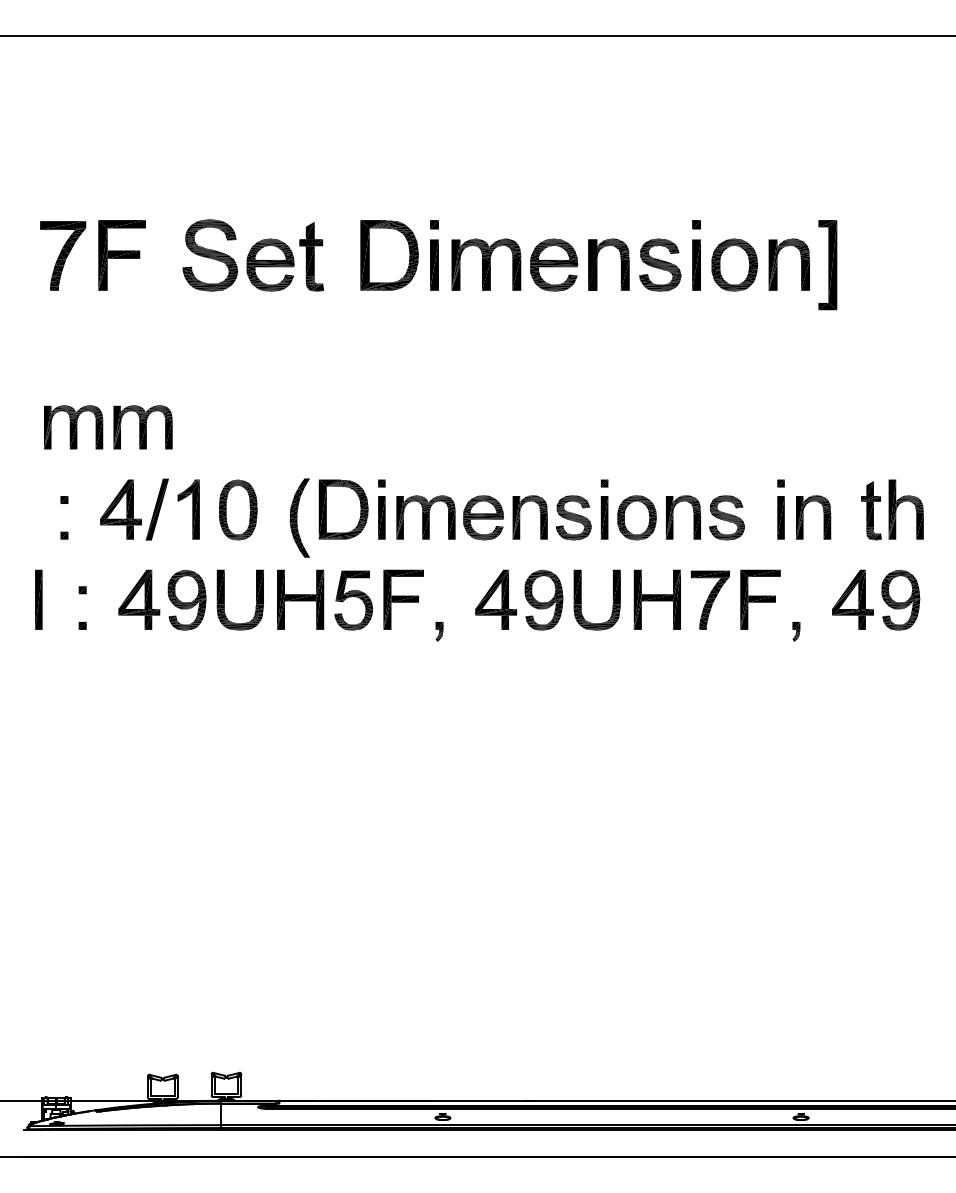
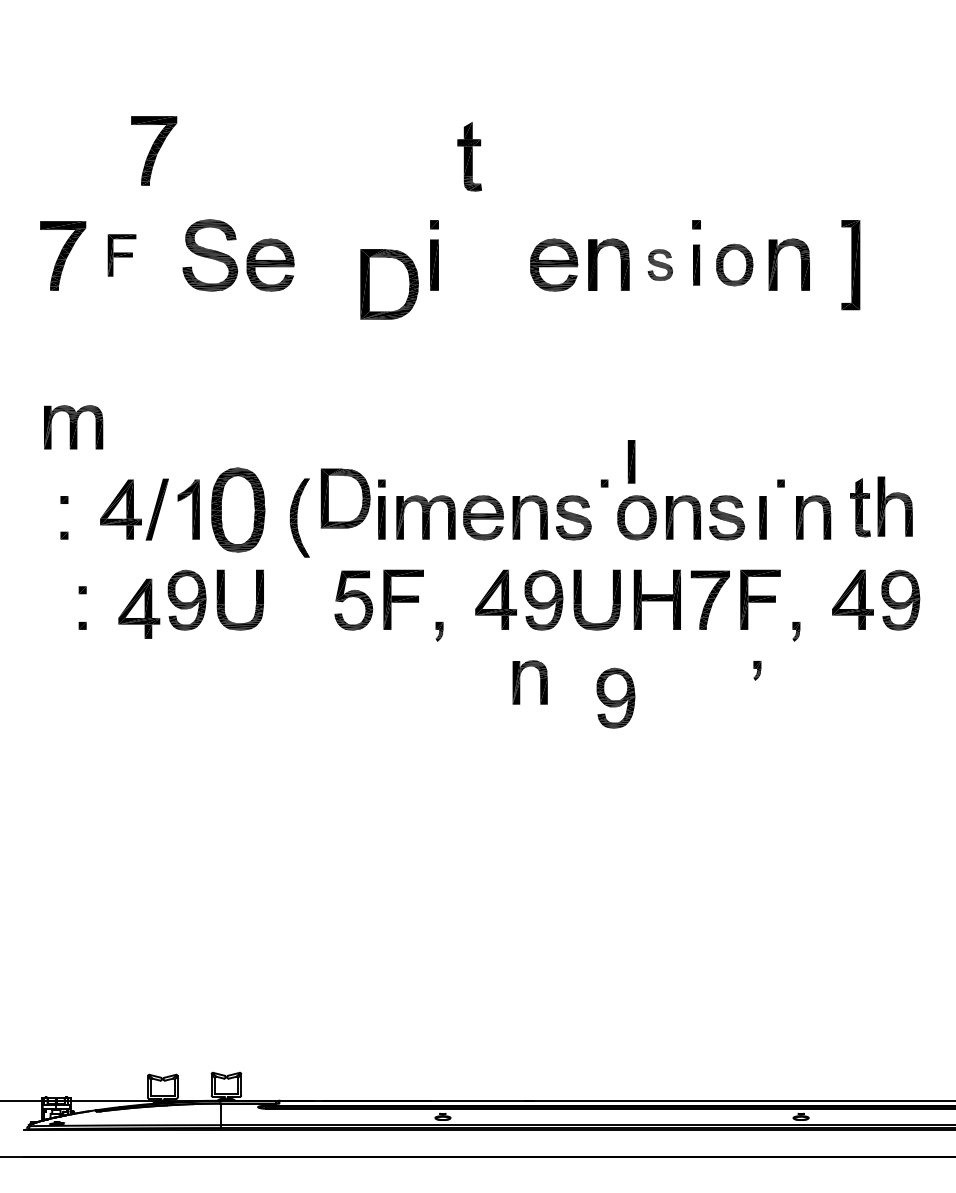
line at (477, 35): present -> none
part at (154, 150): none -> present
part at (121, 255) size: 48x71 px -> 30x43 px
part at (389, 255) position: (389, 255) -> (389, 284)
part at (311, 256) position: (311, 256) -> (469, 156)
part at (486, 264): present -> none
part at (660, 264) size: 43x54 px -> 27x32 px
part at (696, 264) size: 9x52 px -> 8x42 px
part at (734, 264) size: 48x54 px -> 38x44 px
part at (827, 265) position: (827, 265) -> (850, 265)
part at (142, 427): present -> none
part at (238, 509) size: 39x62 px -> 55x86 px
part at (343, 509) position: (343, 509) -> (345, 498)
part at (892, 509) position: (892, 509) -> (881, 506)
part at (604, 517) position: (604, 517) -> (631, 461)
part at (780, 517) position: (780, 517) -> (762, 517)
part at (38, 599): present -> none
part at (139, 599) position: (139, 599) -> (139, 608)
part at (300, 599): present -> none
part at (757, 670): none -> present
part at (520, 682): none -> present
part at (615, 697): none -> present
